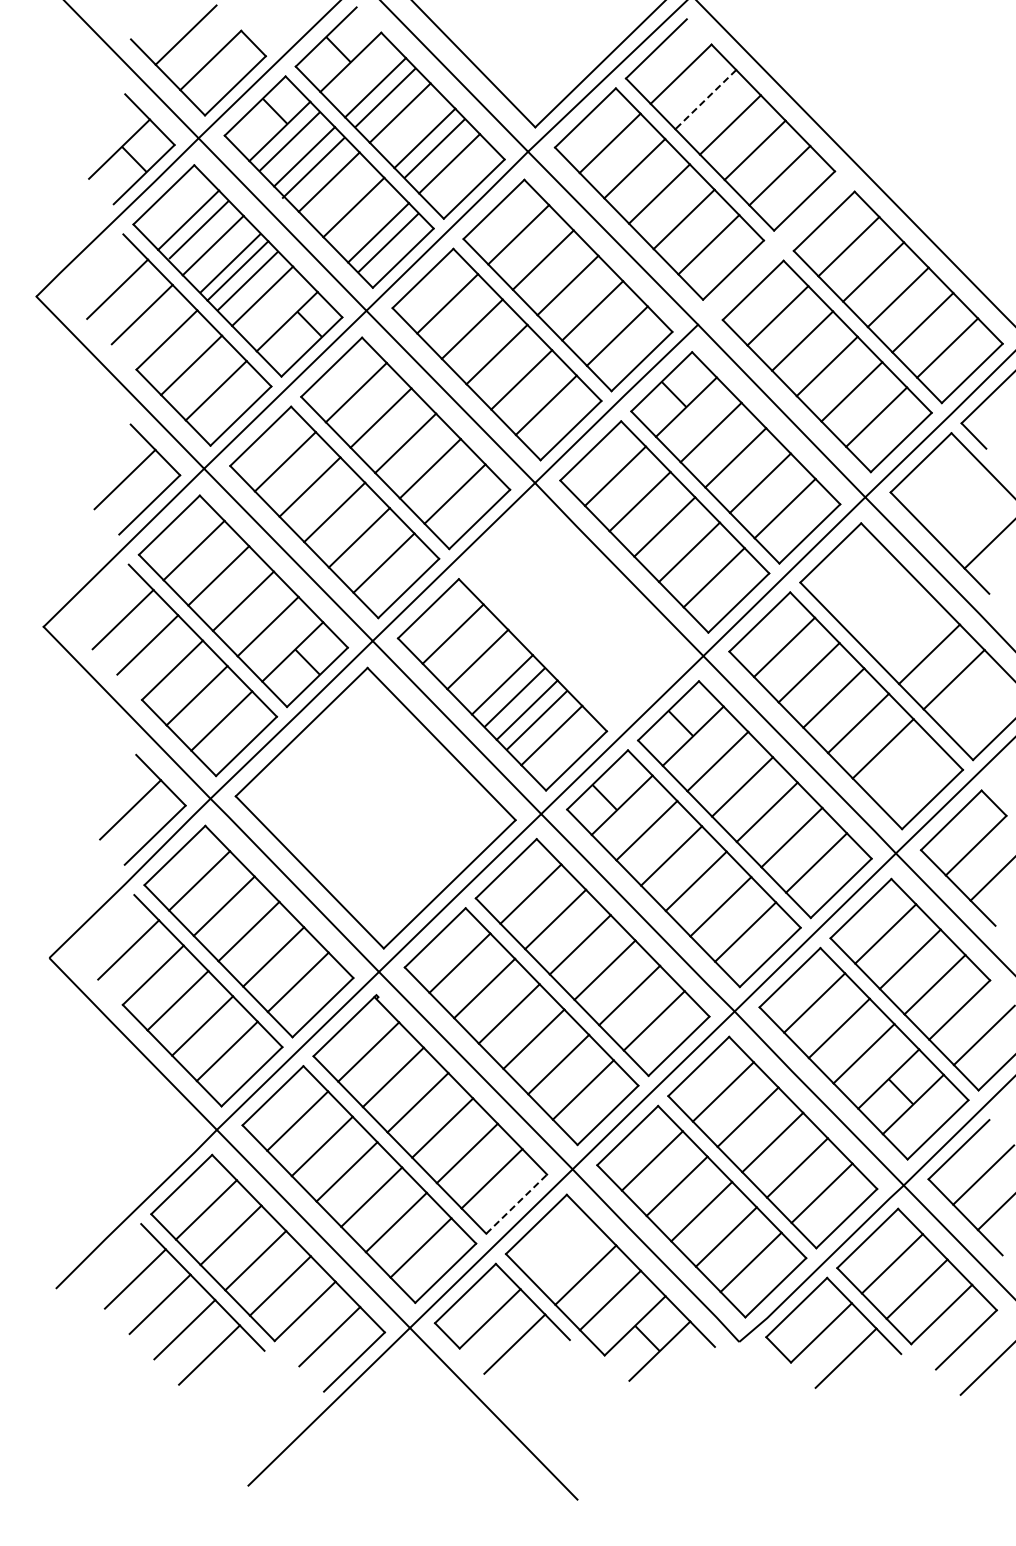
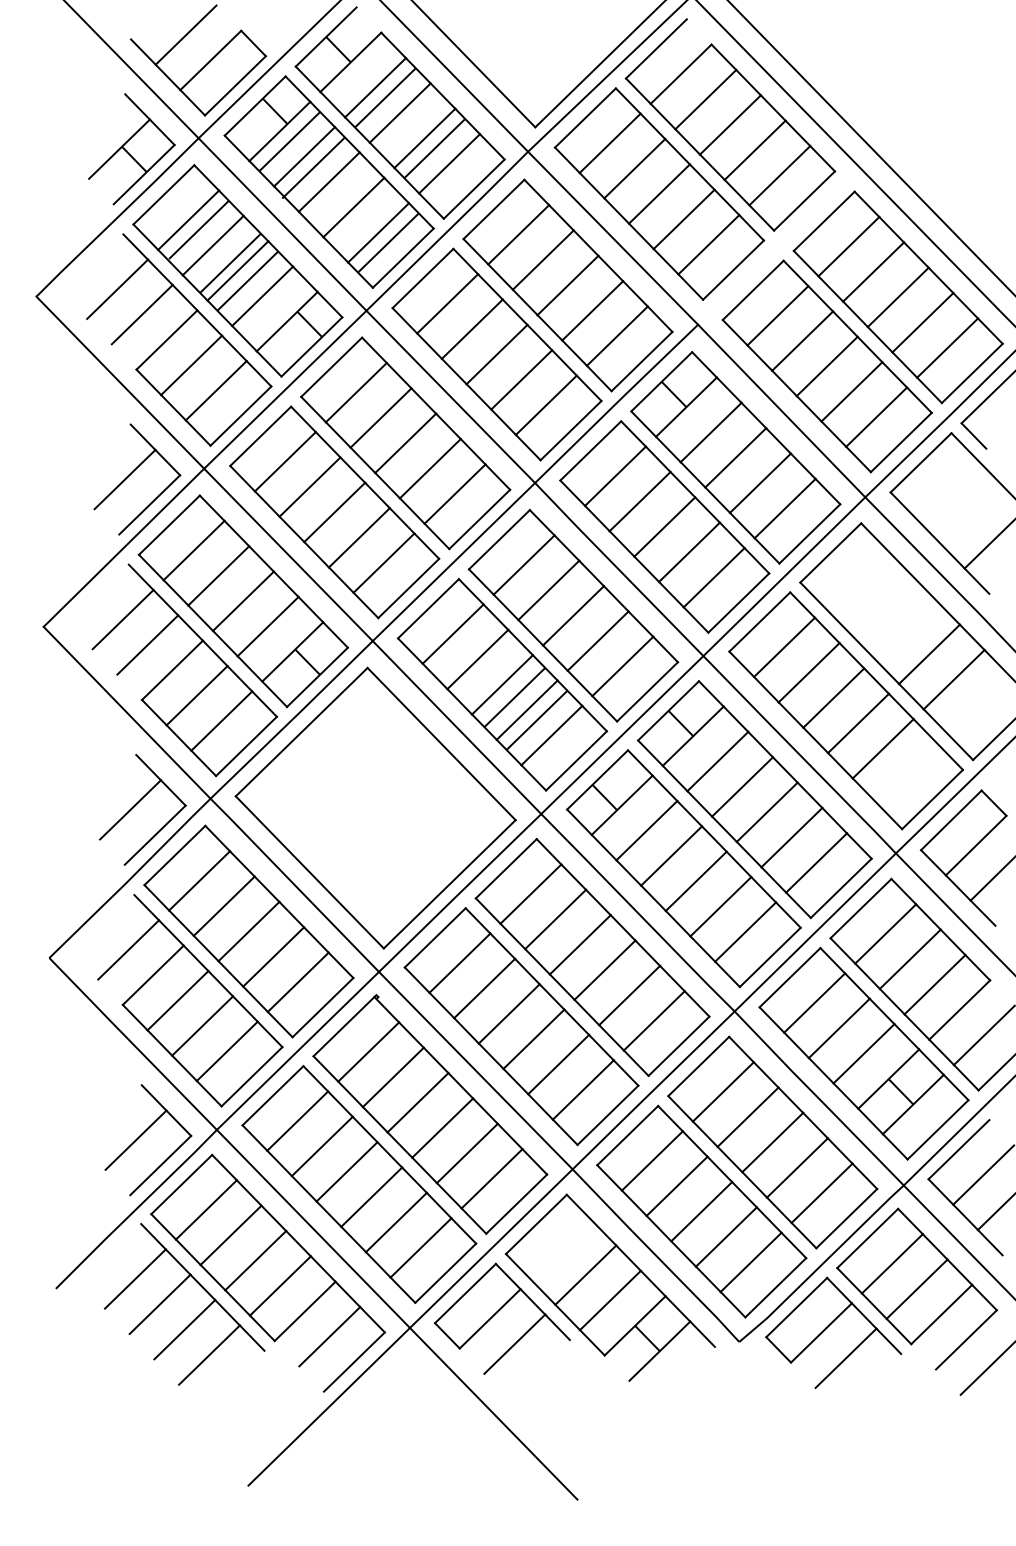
line at (705, 99): dashed -> solid
line at (870, 147): none -> present
part at (573, 615): none -> present
part at (143, 1134): none -> present
line at (517, 1203): dashed -> solid
